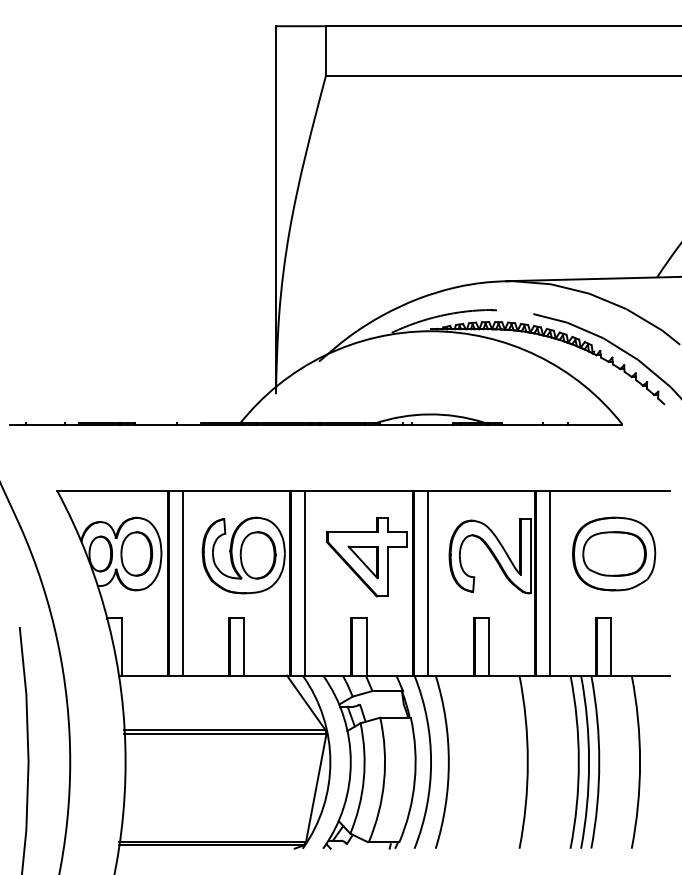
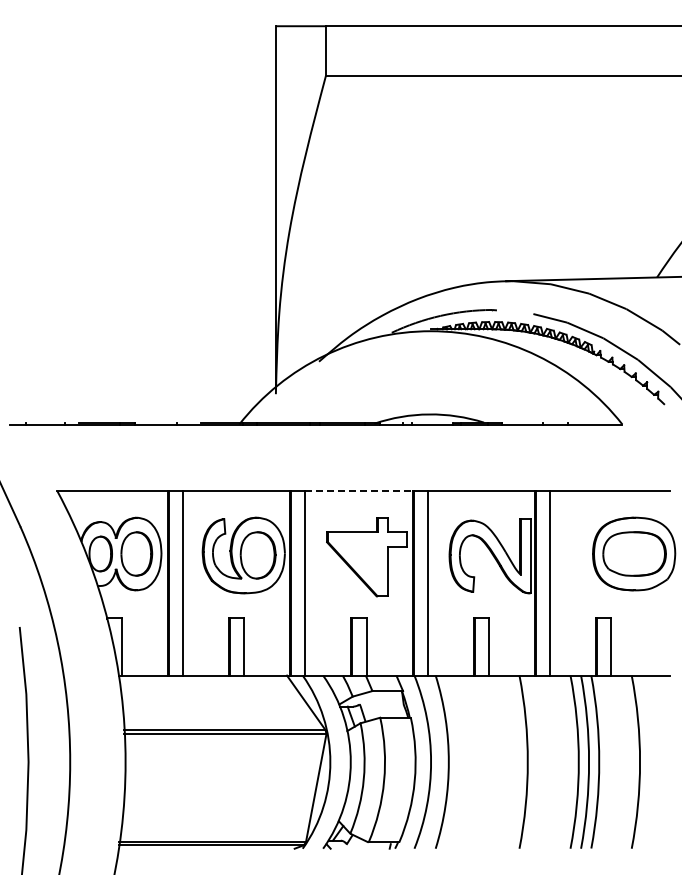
line at (358, 491): solid -> dashed
part at (614, 553) position: (614, 553) -> (634, 553)
part at (362, 562): present -> none
